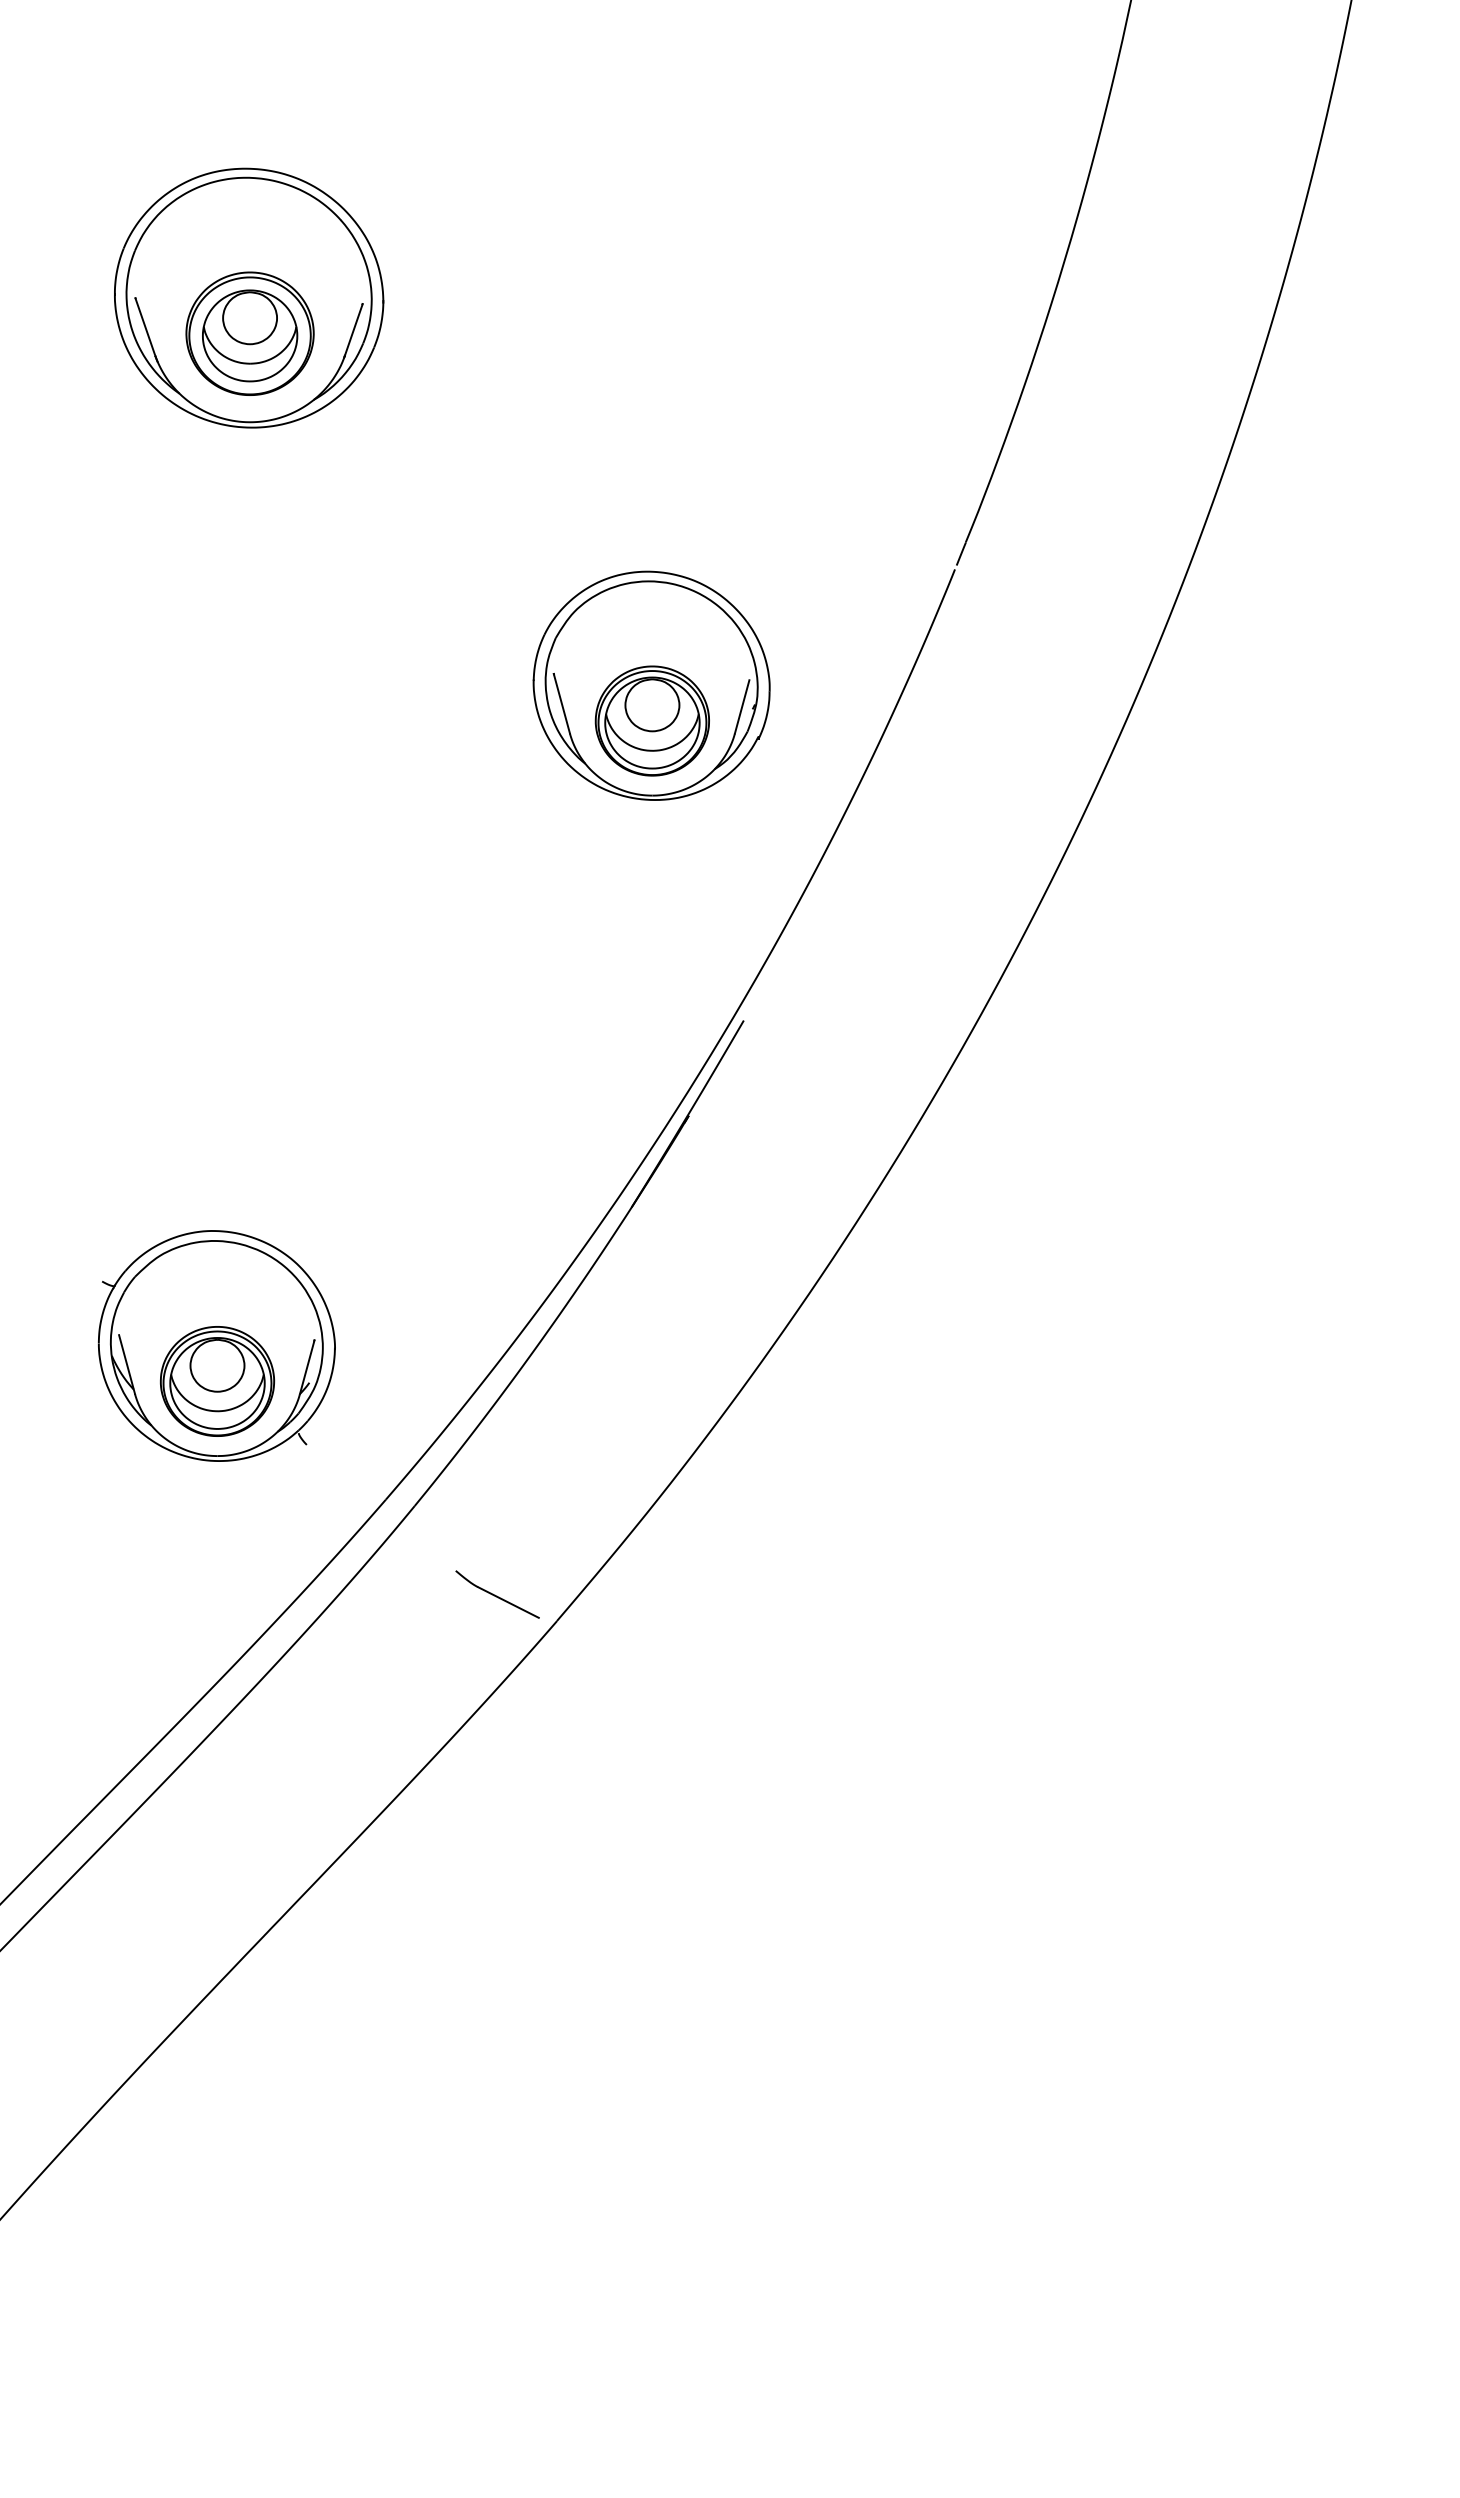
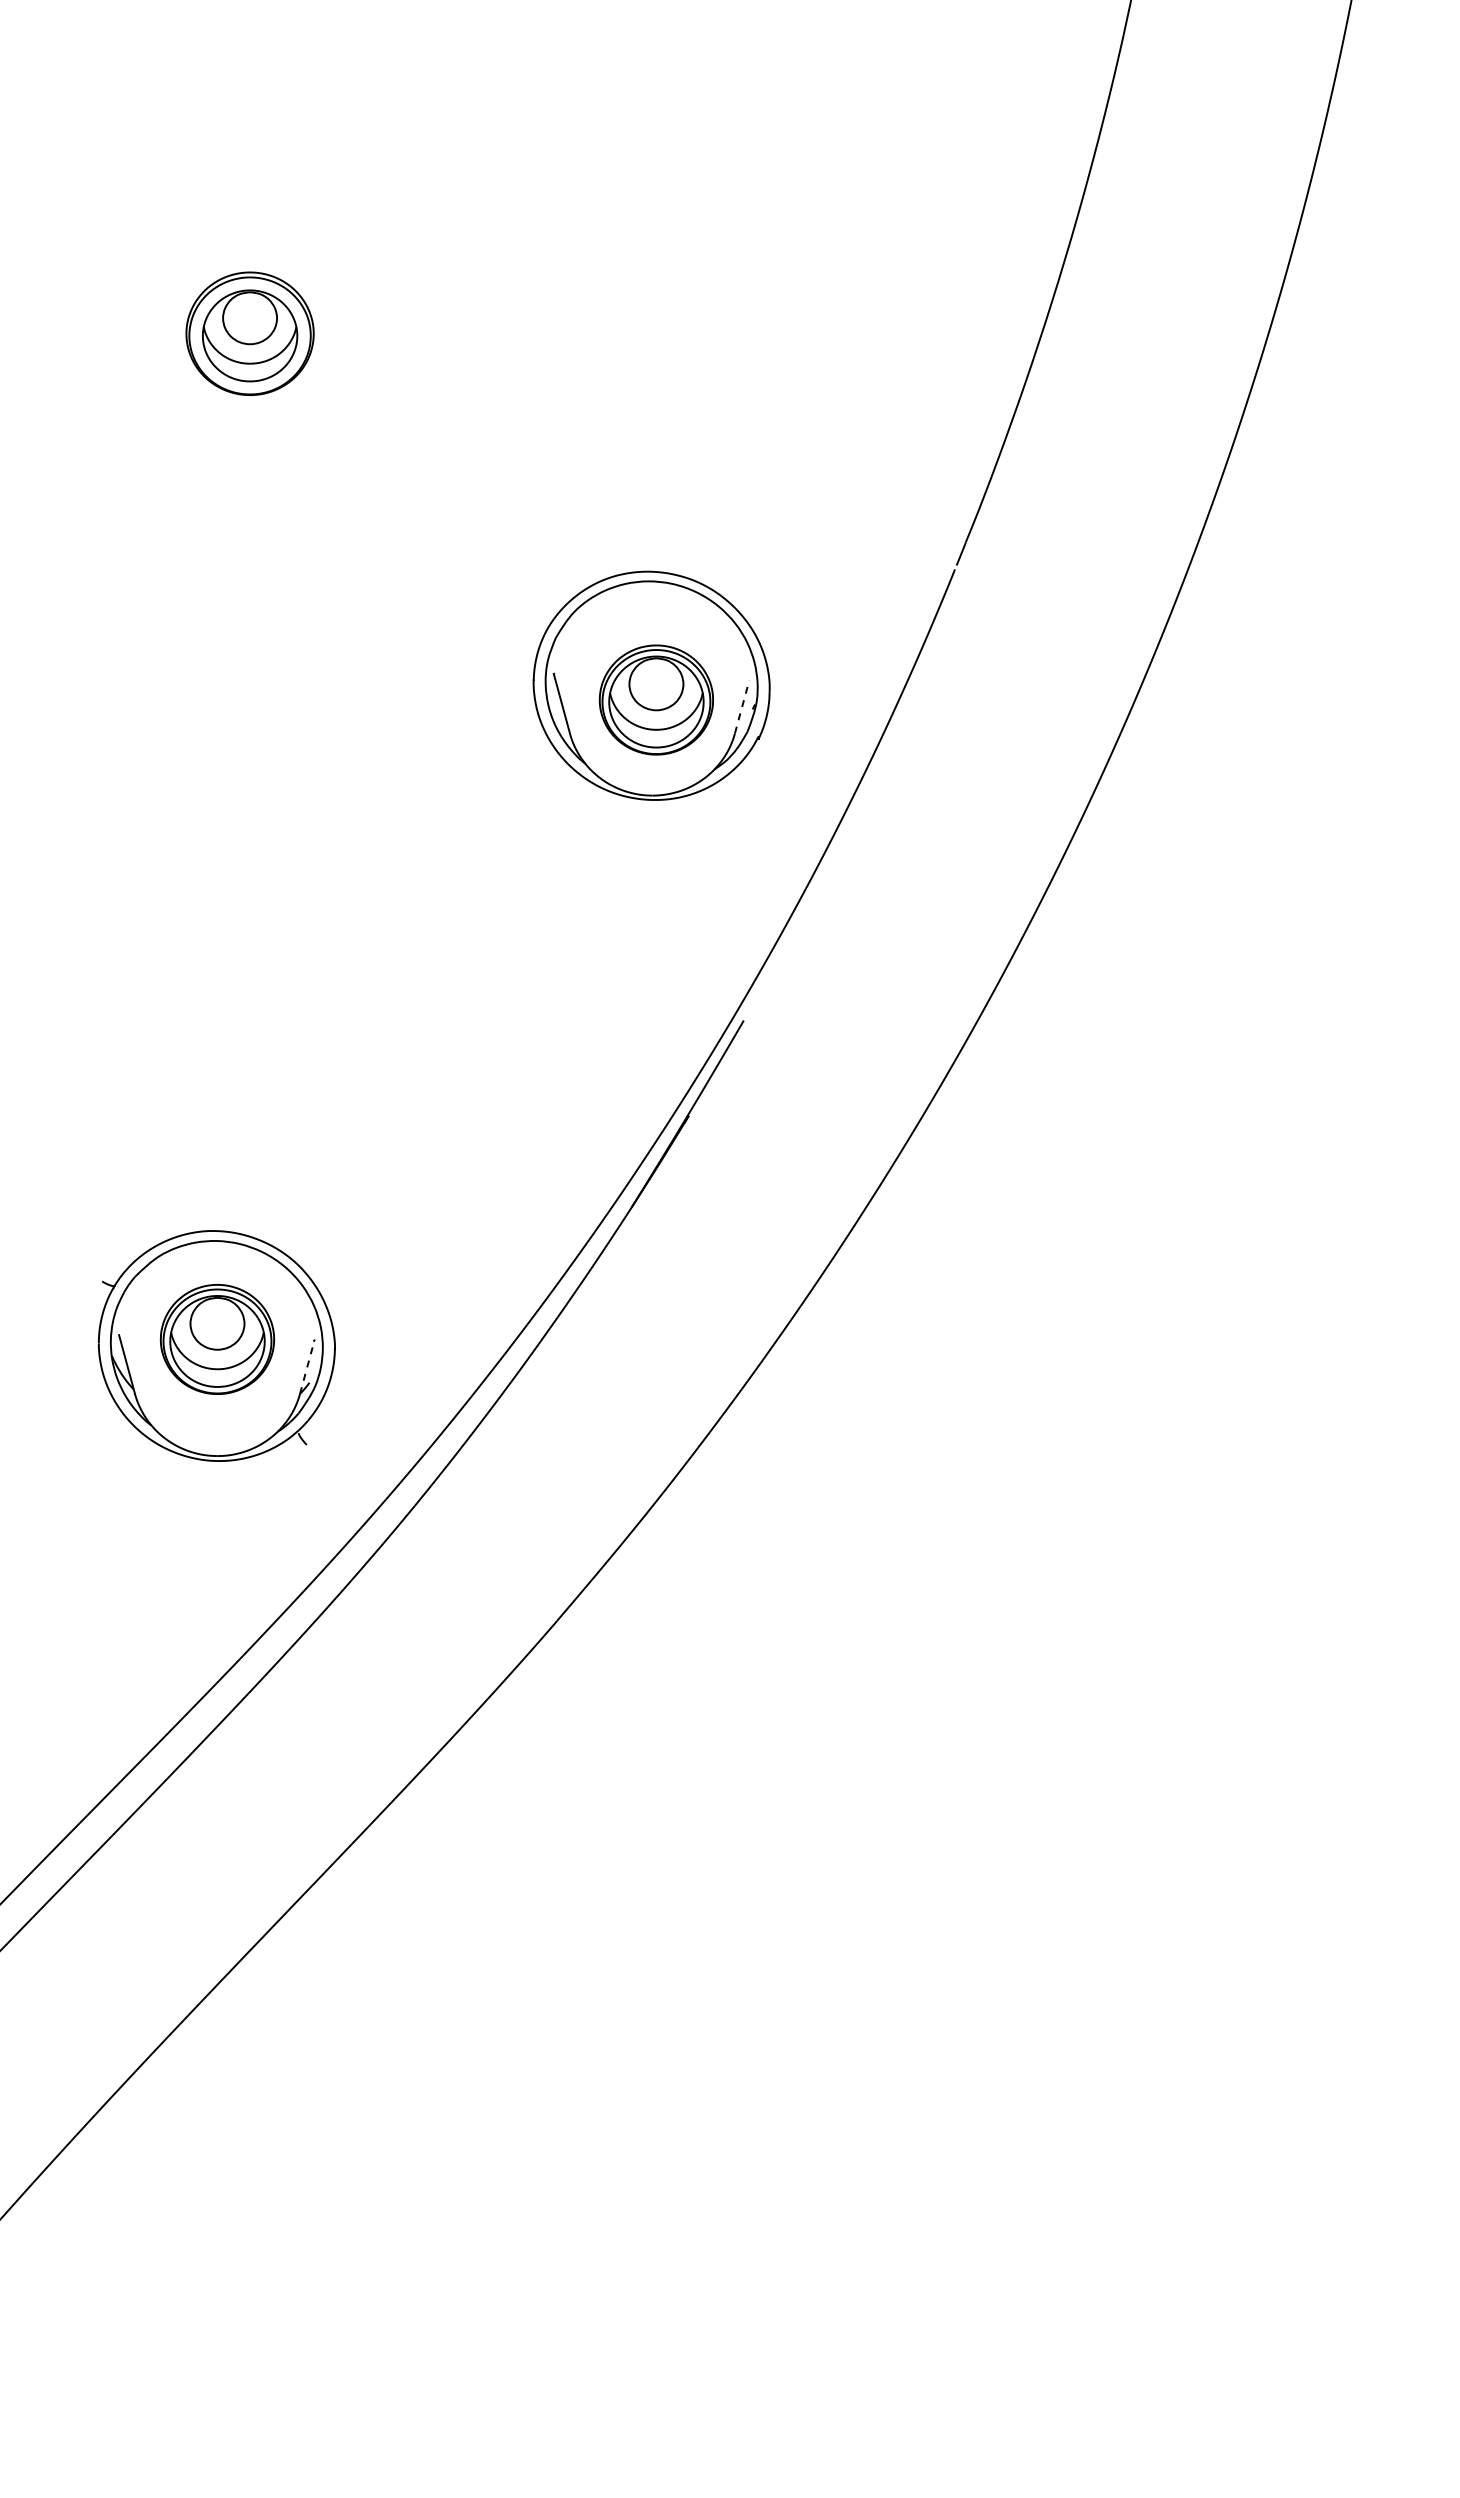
part at (249, 297): present -> none
line at (742, 706): solid -> dashed
part at (651, 720) position: (651, 720) -> (655, 699)
line at (307, 1367): solid -> dashed
part at (217, 1381) position: (217, 1381) -> (217, 1339)
part at (497, 1594): present -> none
